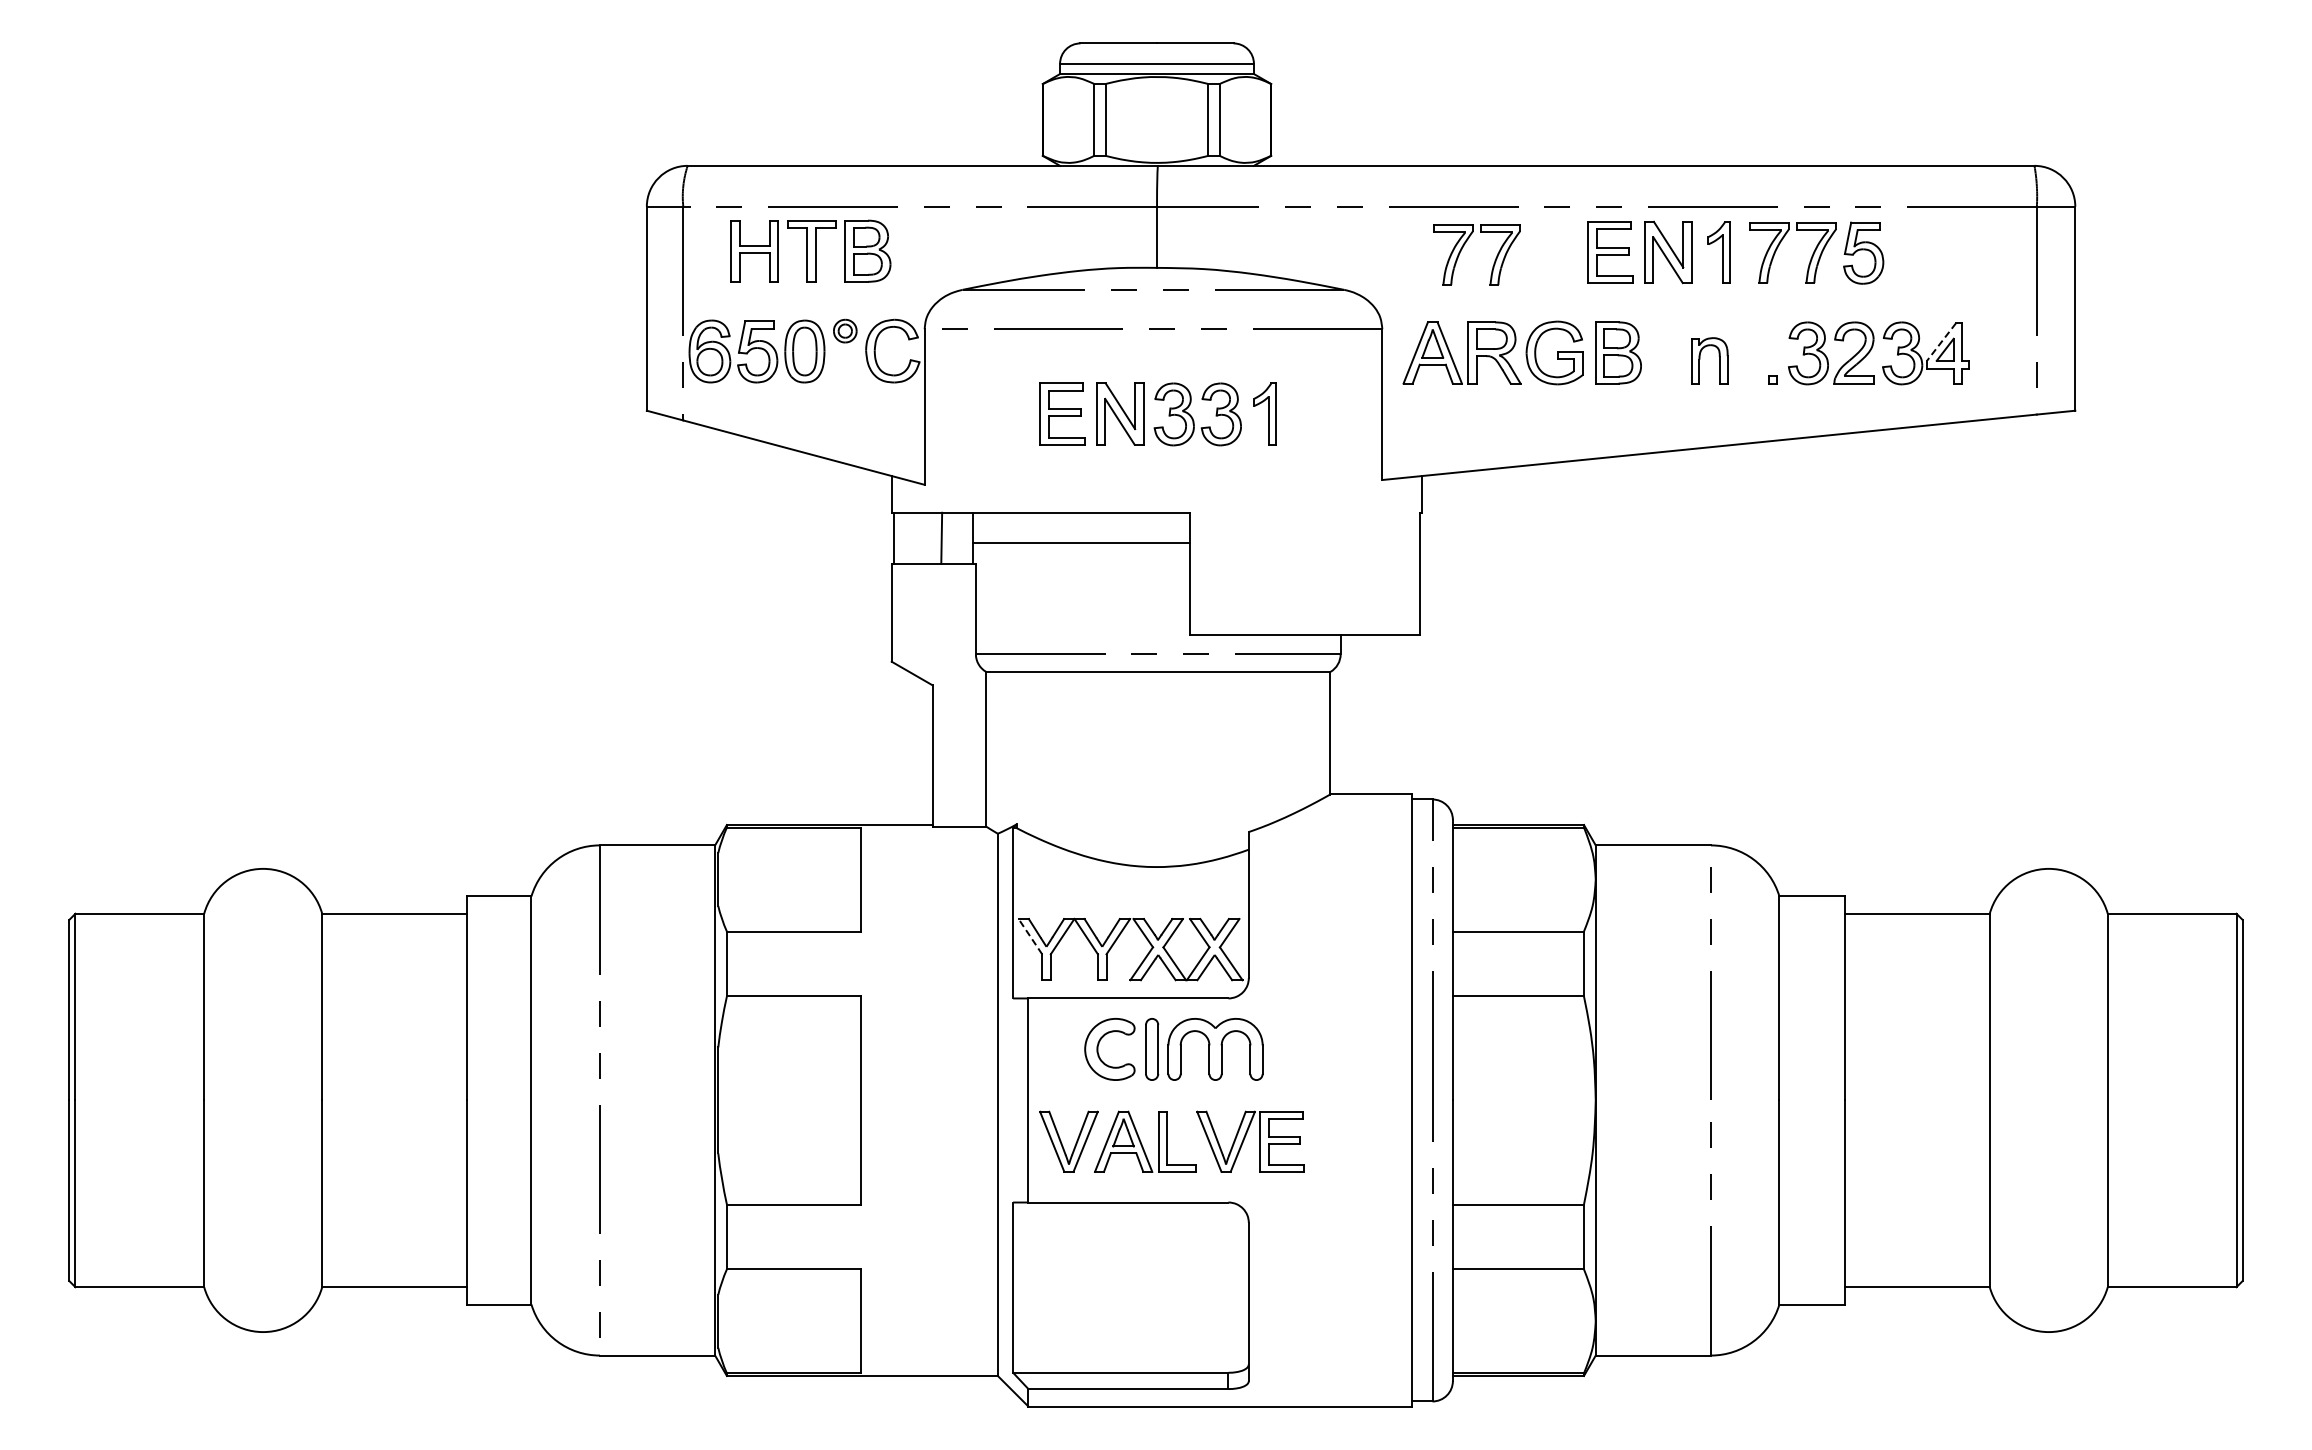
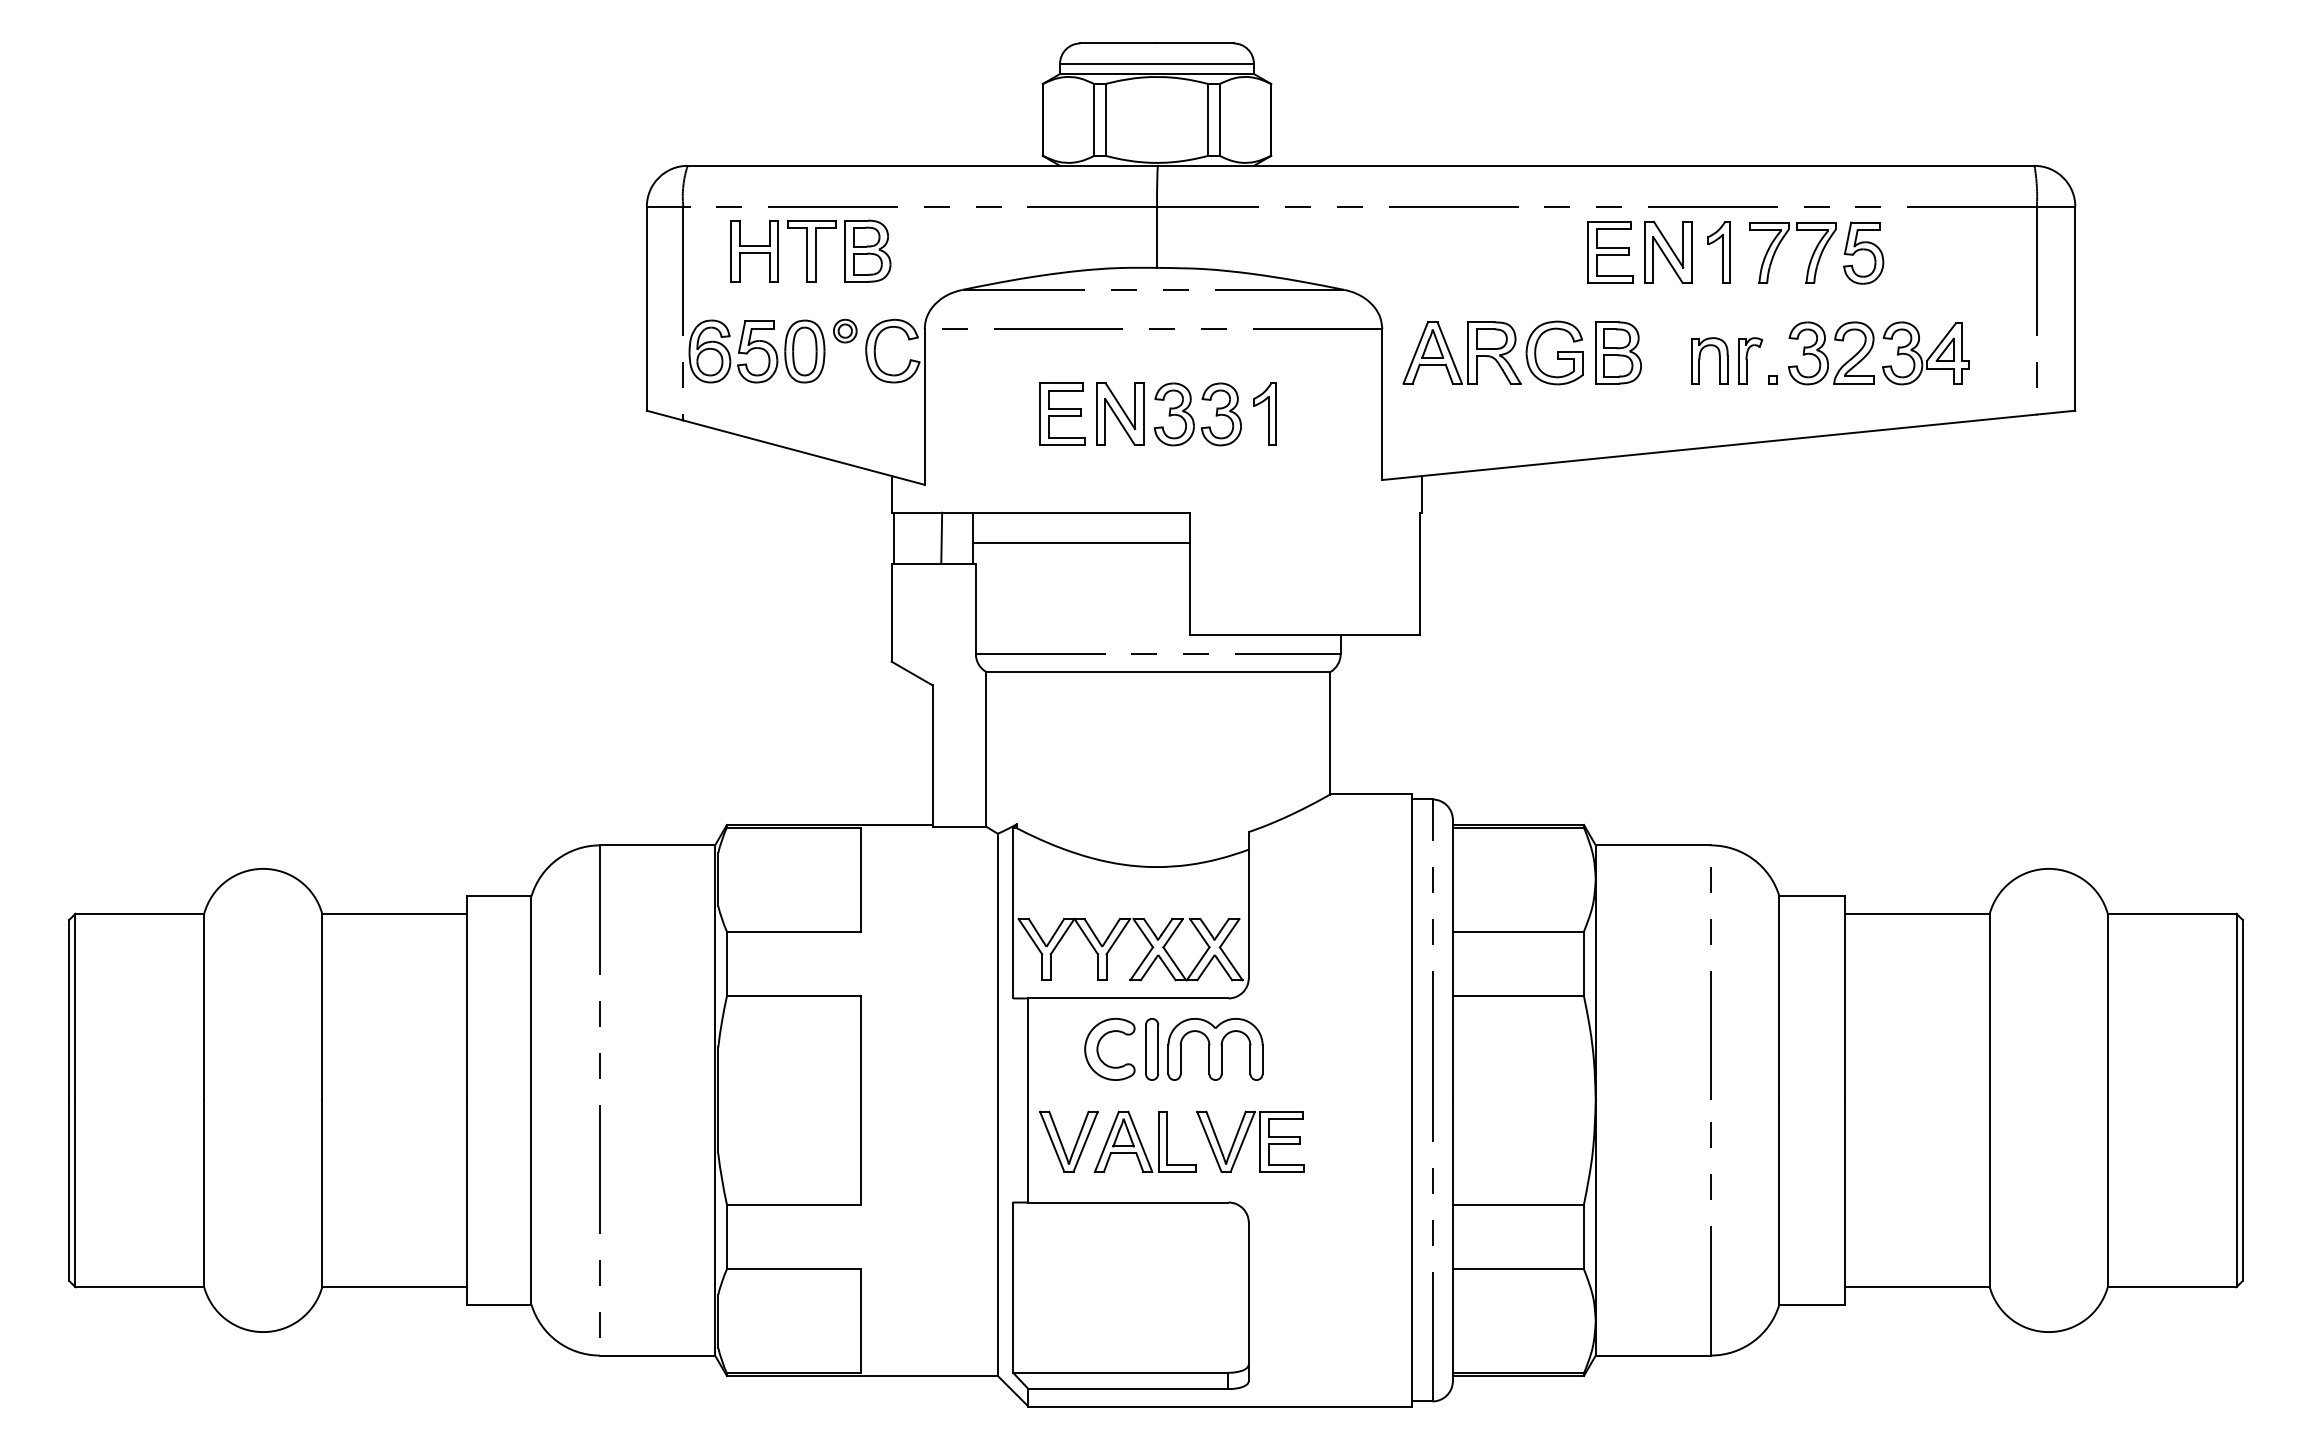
part at (1463, 247): present -> none
line at (1941, 342): dashed -> solid
part at (1750, 360): none -> present
line at (1030, 936): dashed -> solid
